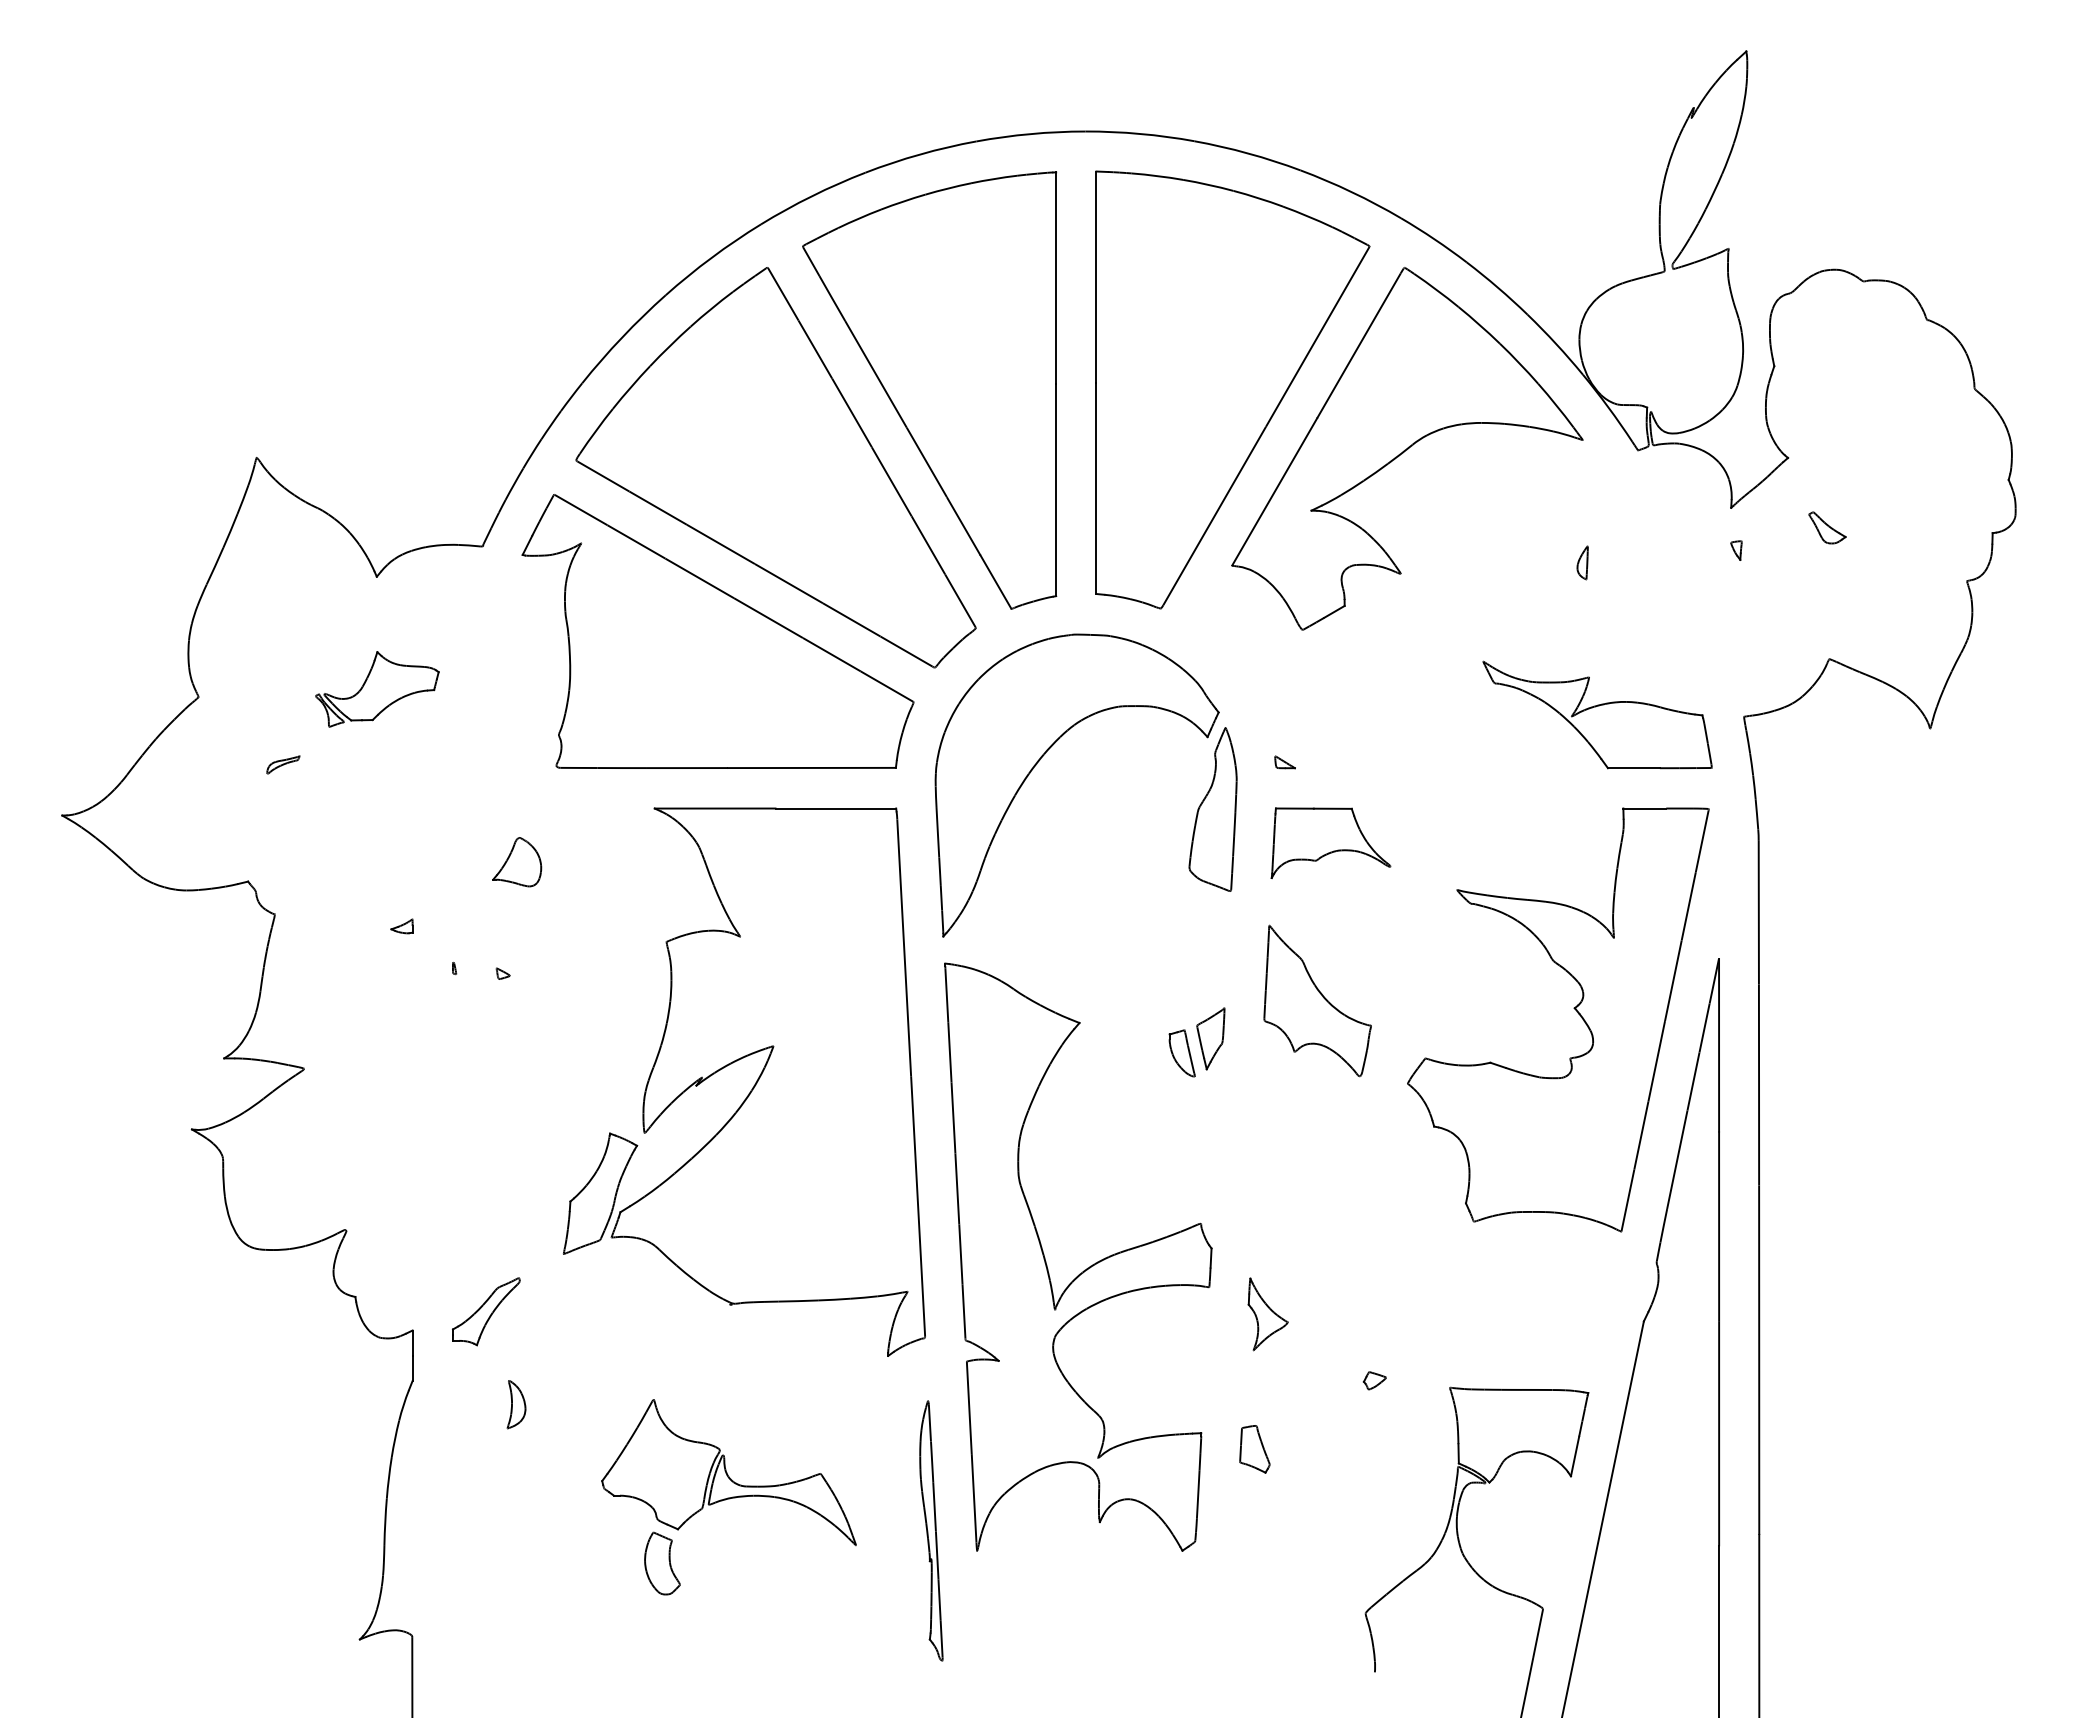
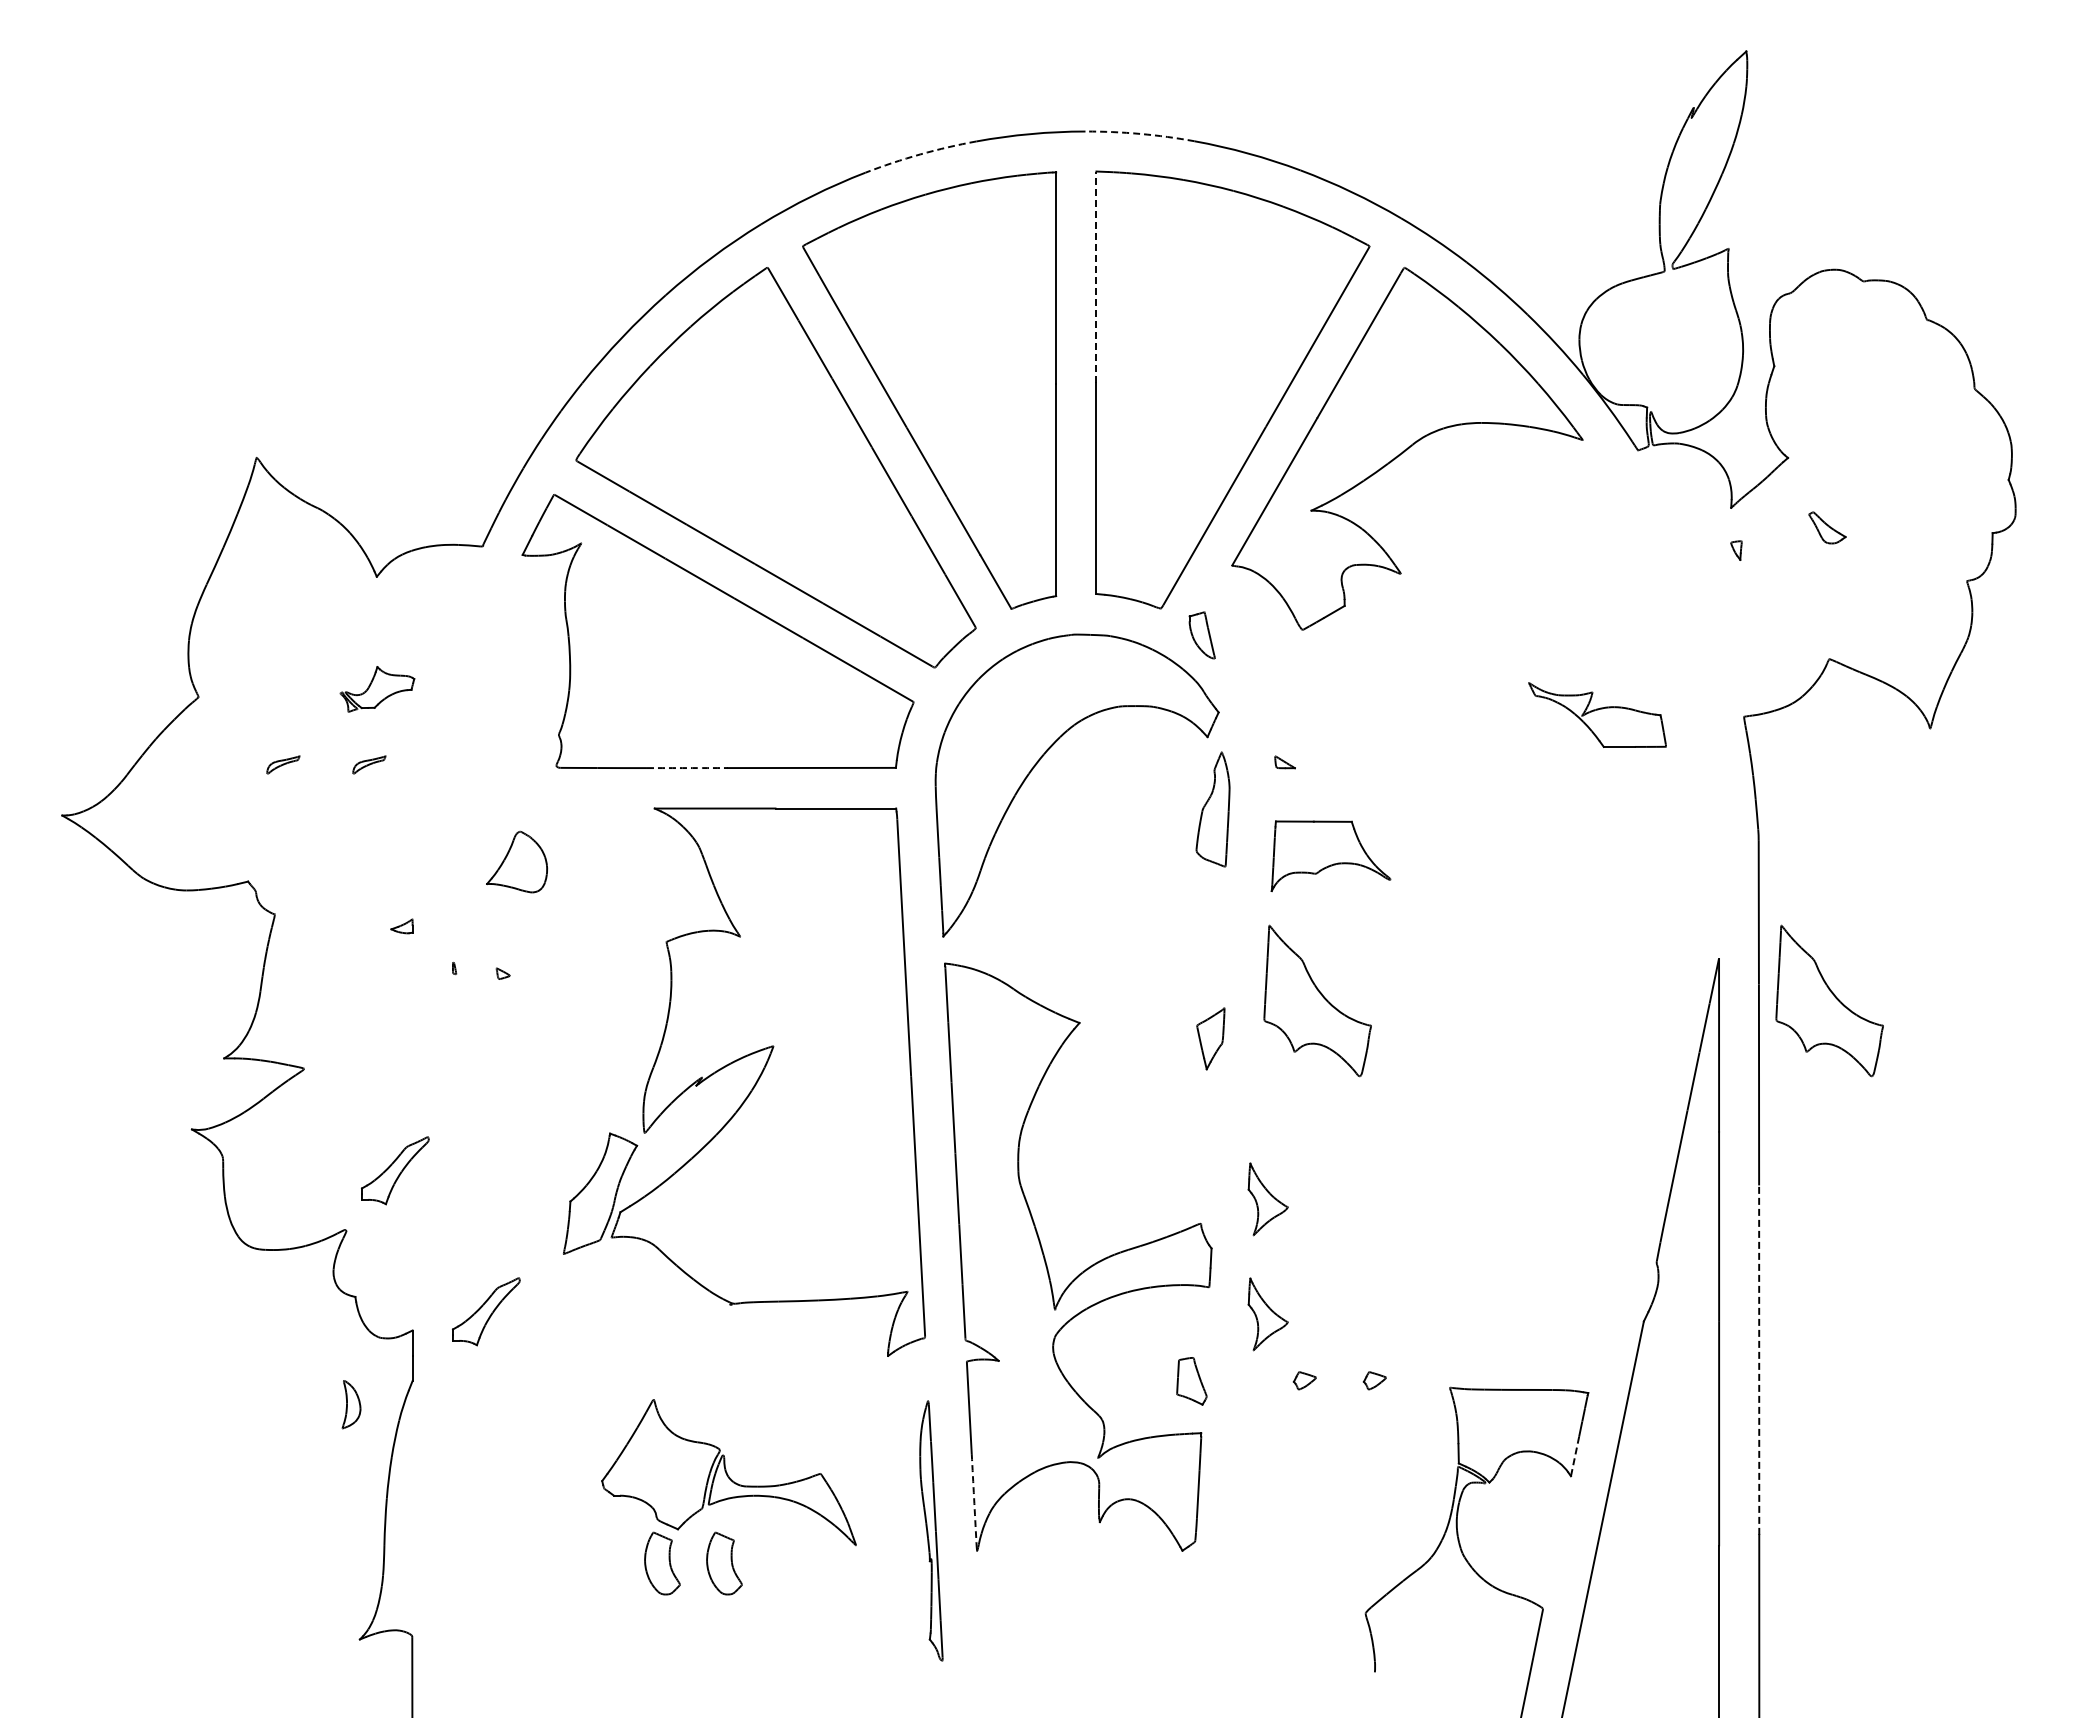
arc at (1140, 133): solid -> dashed
arc at (920, 154): solid -> dashed
line at (1096, 277): solid -> dashed
part at (1582, 562): present -> none
part at (377, 689) size: 125x77 px -> 77x47 px
part at (1597, 714) size: 231x110 px -> 139x66 px
part at (369, 764): none -> present
arc at (687, 768): solid -> dashed
part at (1212, 809) size: 50x165 px -> 36x117 px
part at (1330, 843) position: (1330, 843) -> (1330, 856)
part at (517, 862) size: 51x51 px -> 63x64 px
part at (1829, 1000): none -> present
part at (1573, 1008): present -> none
part at (1181, 1053) position: (1181, 1053) -> (1201, 635)
part at (395, 1170): none -> present
part at (1267, 1199): none -> present
arc at (1759, 1360): solid -> dashed
part at (1304, 1380): none -> present
part at (516, 1404) position: (516, 1404) -> (351, 1404)
part at (1254, 1449) position: (1254, 1449) -> (1191, 1381)
line at (1574, 1457): solid -> dashed
arc at (974, 1498): solid -> dashed
part at (724, 1563): none -> present
